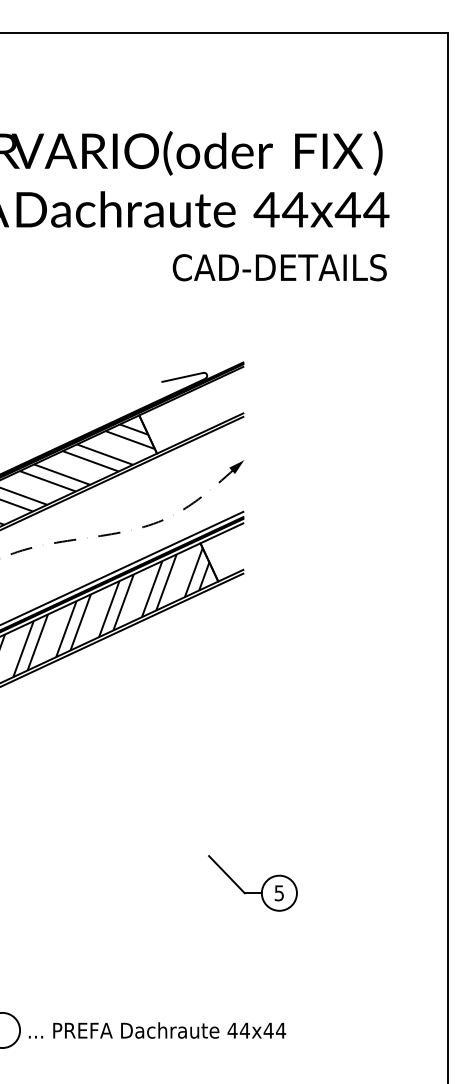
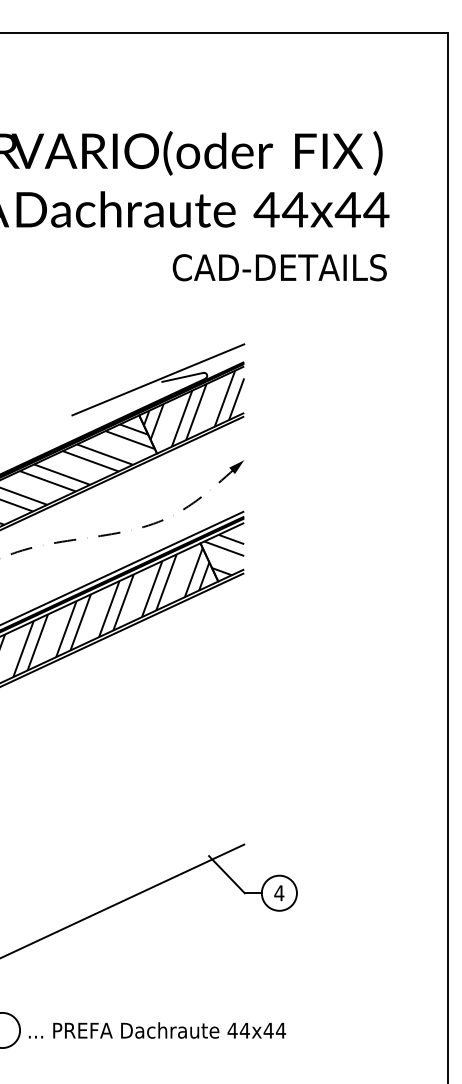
line at (158, 379): none -> present
hatch at (193, 408): none -> present
hatch at (224, 554): none -> present
text at (279, 893): 5 -> 4
line at (123, 900): none -> present
